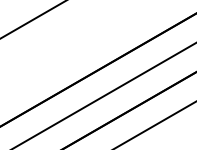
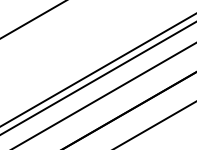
line at (97, 70) position: (97, 70) -> (97, 78)
